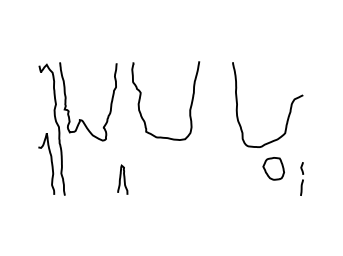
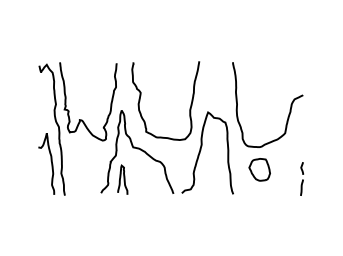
part at (161, 161): none -> present
part at (273, 168) position: (273, 168) -> (259, 169)
